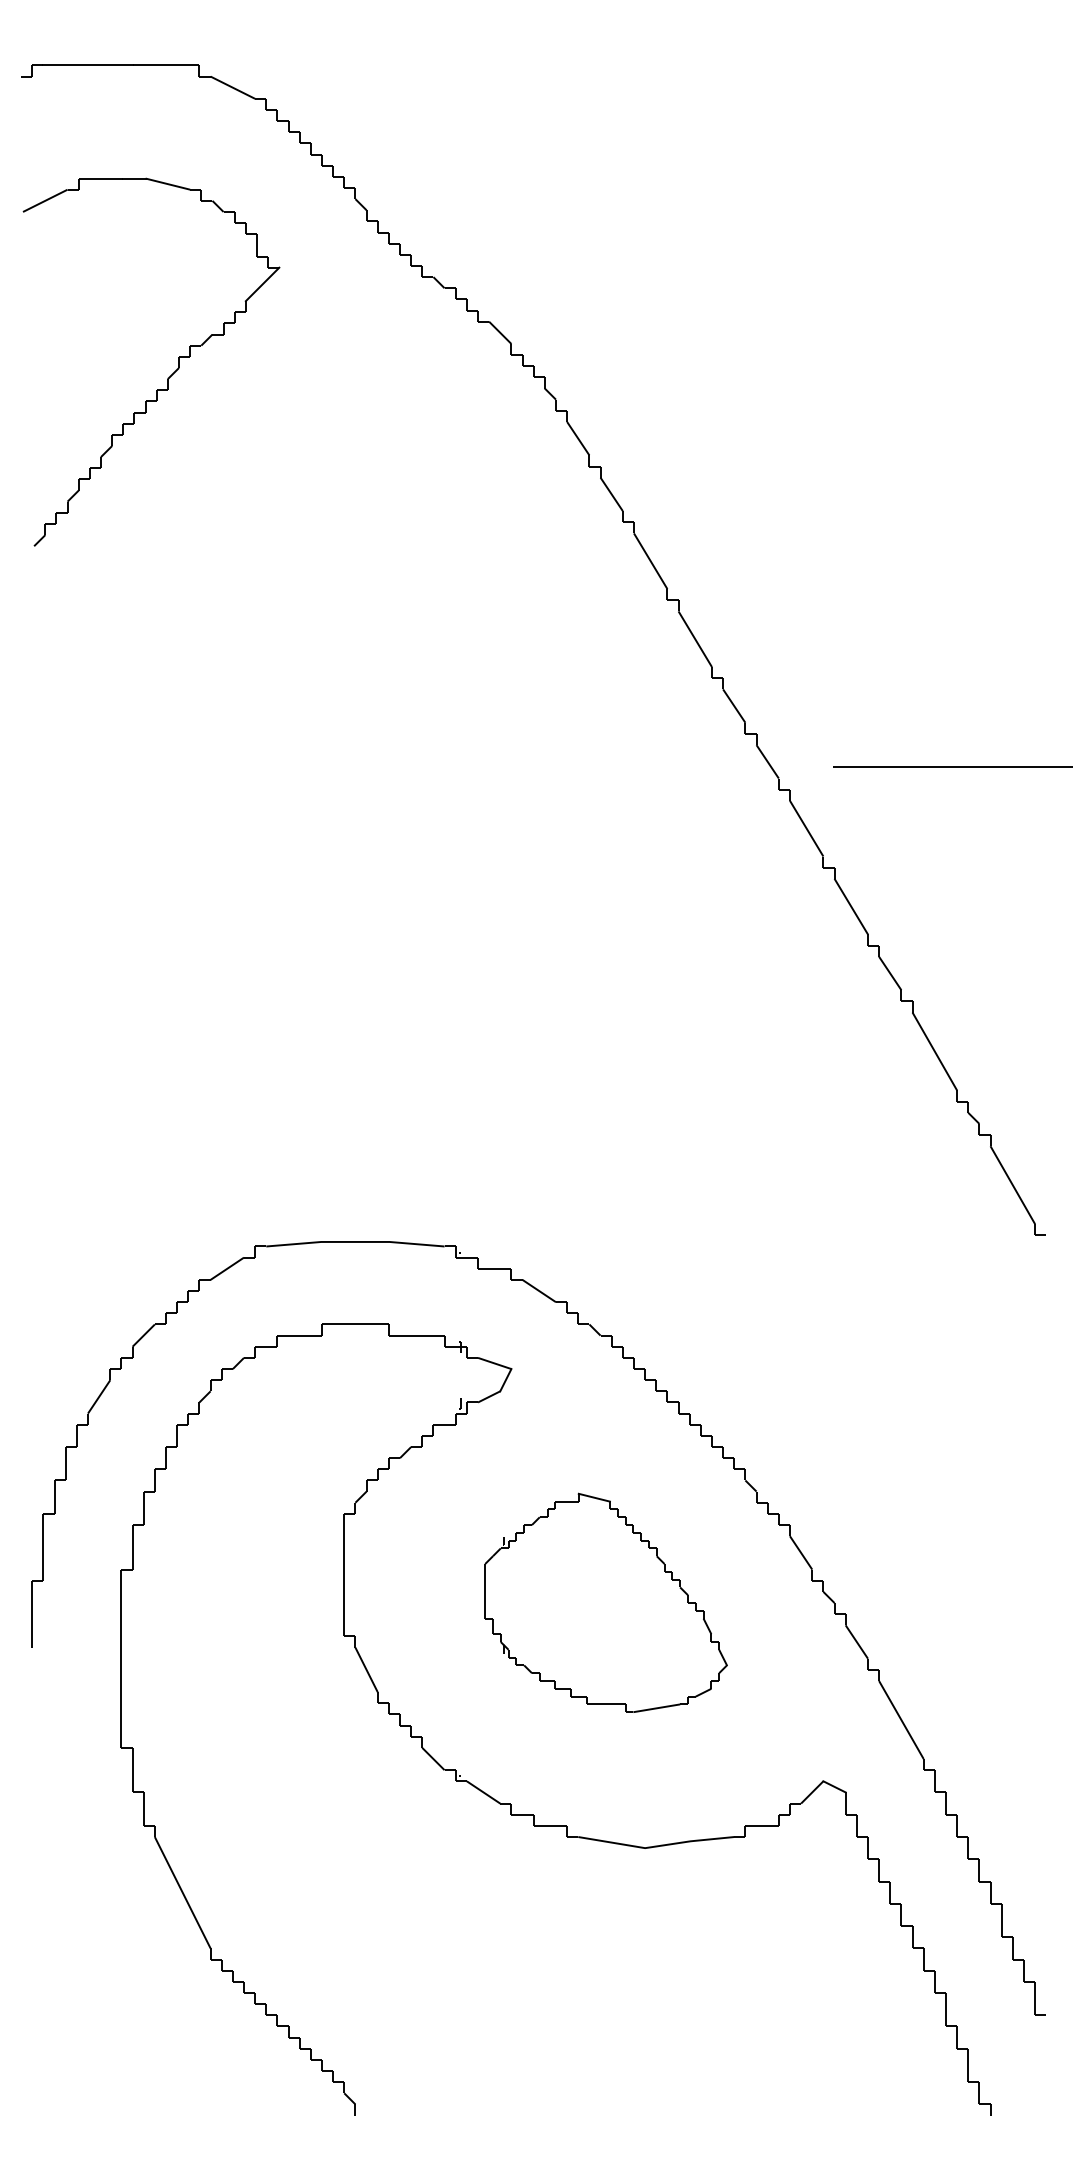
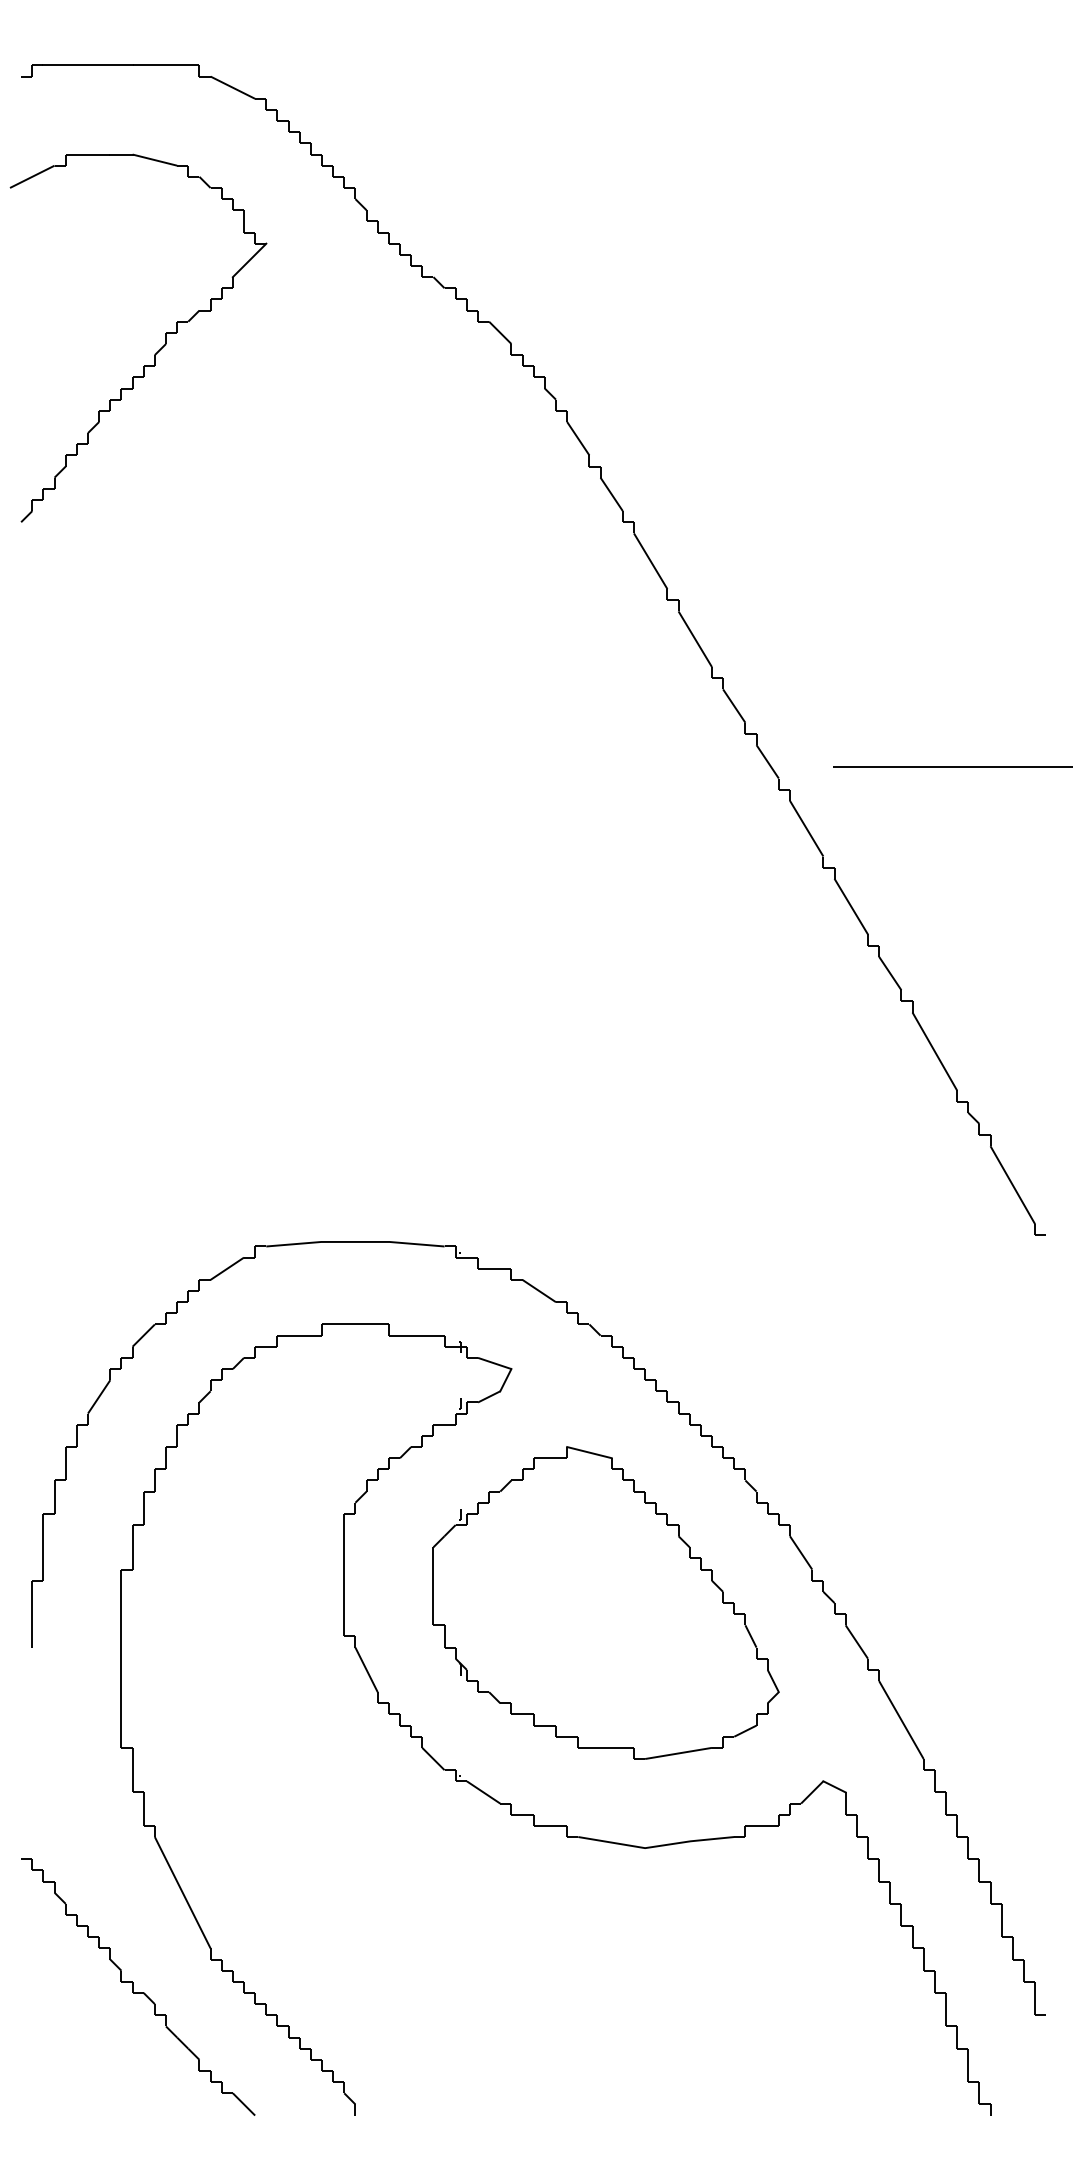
part at (168, 377) position: (168, 377) -> (155, 353)
part at (605, 1602) size: 244x221 px -> 348x314 px
part at (138, 1986): none -> present
